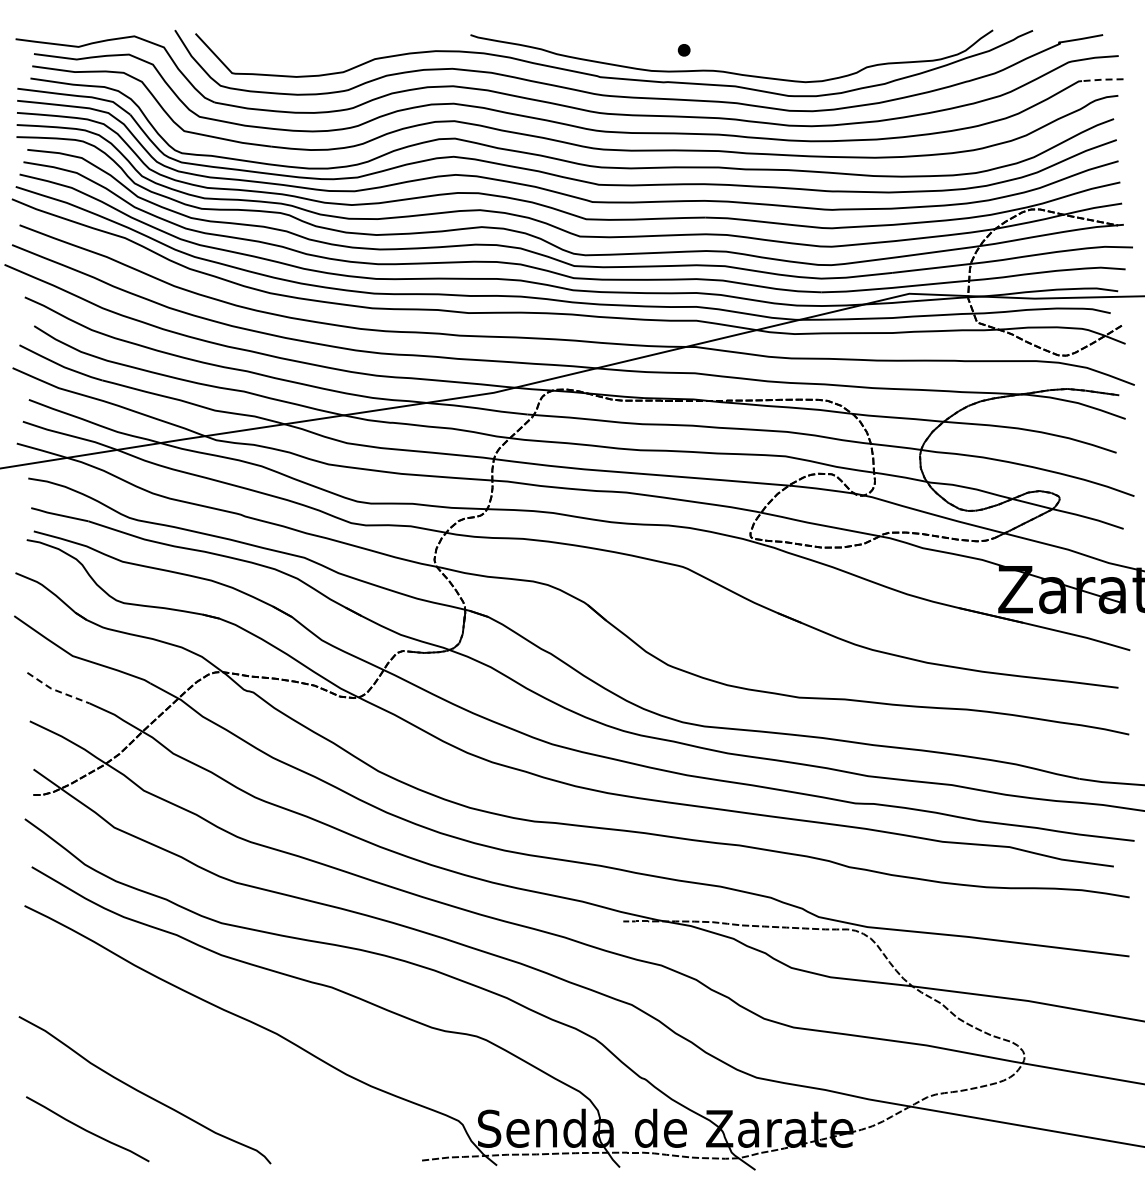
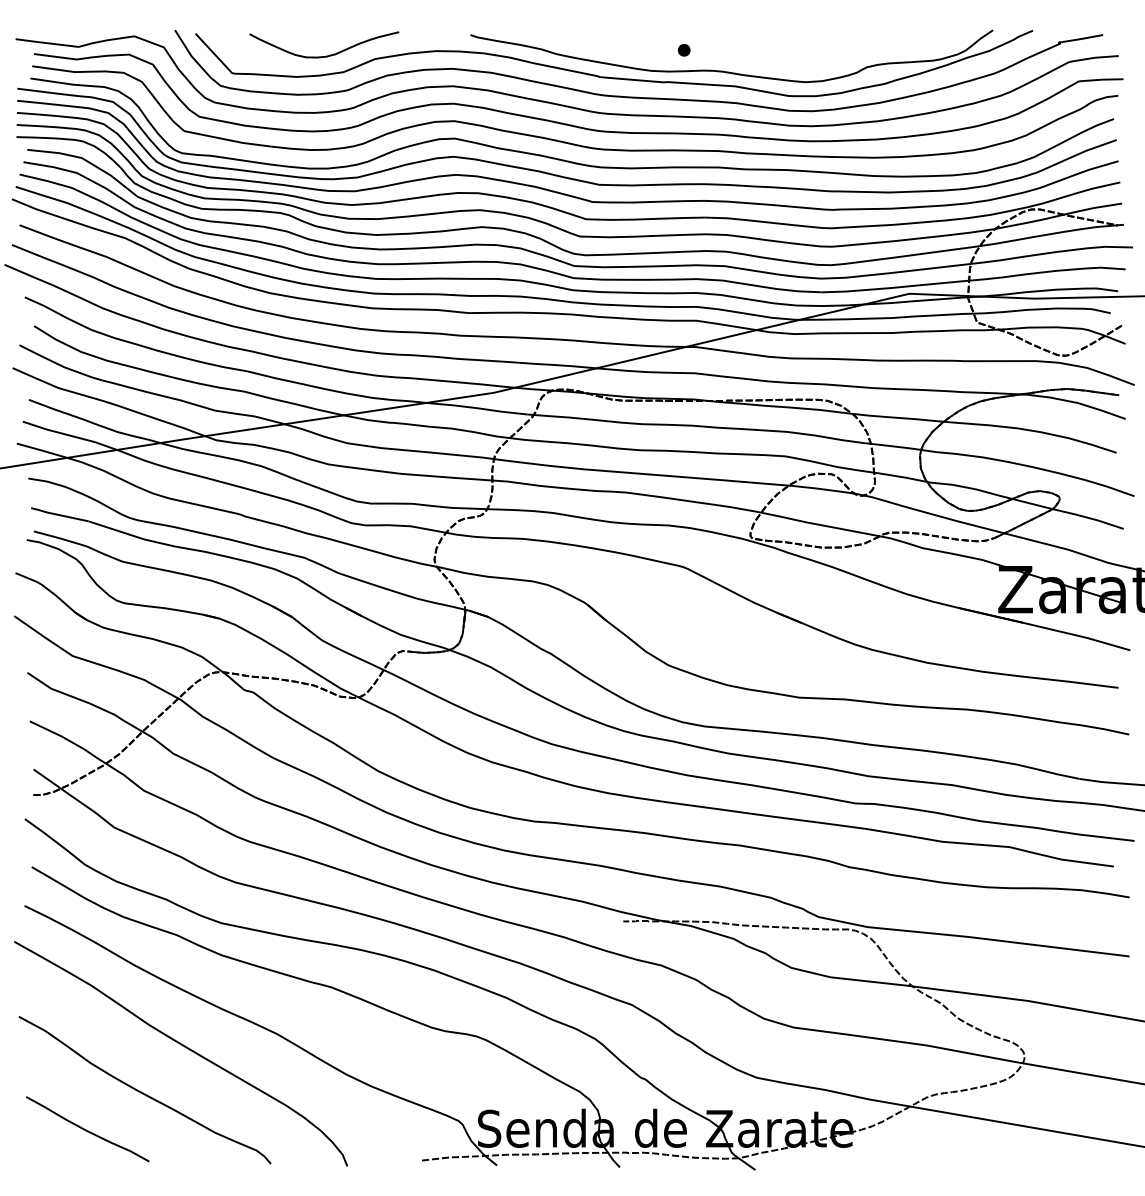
curve at (325, 55): none -> present
line at (1102, 79): dashed -> solid
line at (56, 690): dashed -> solid
curve at (184, 1047): none -> present
